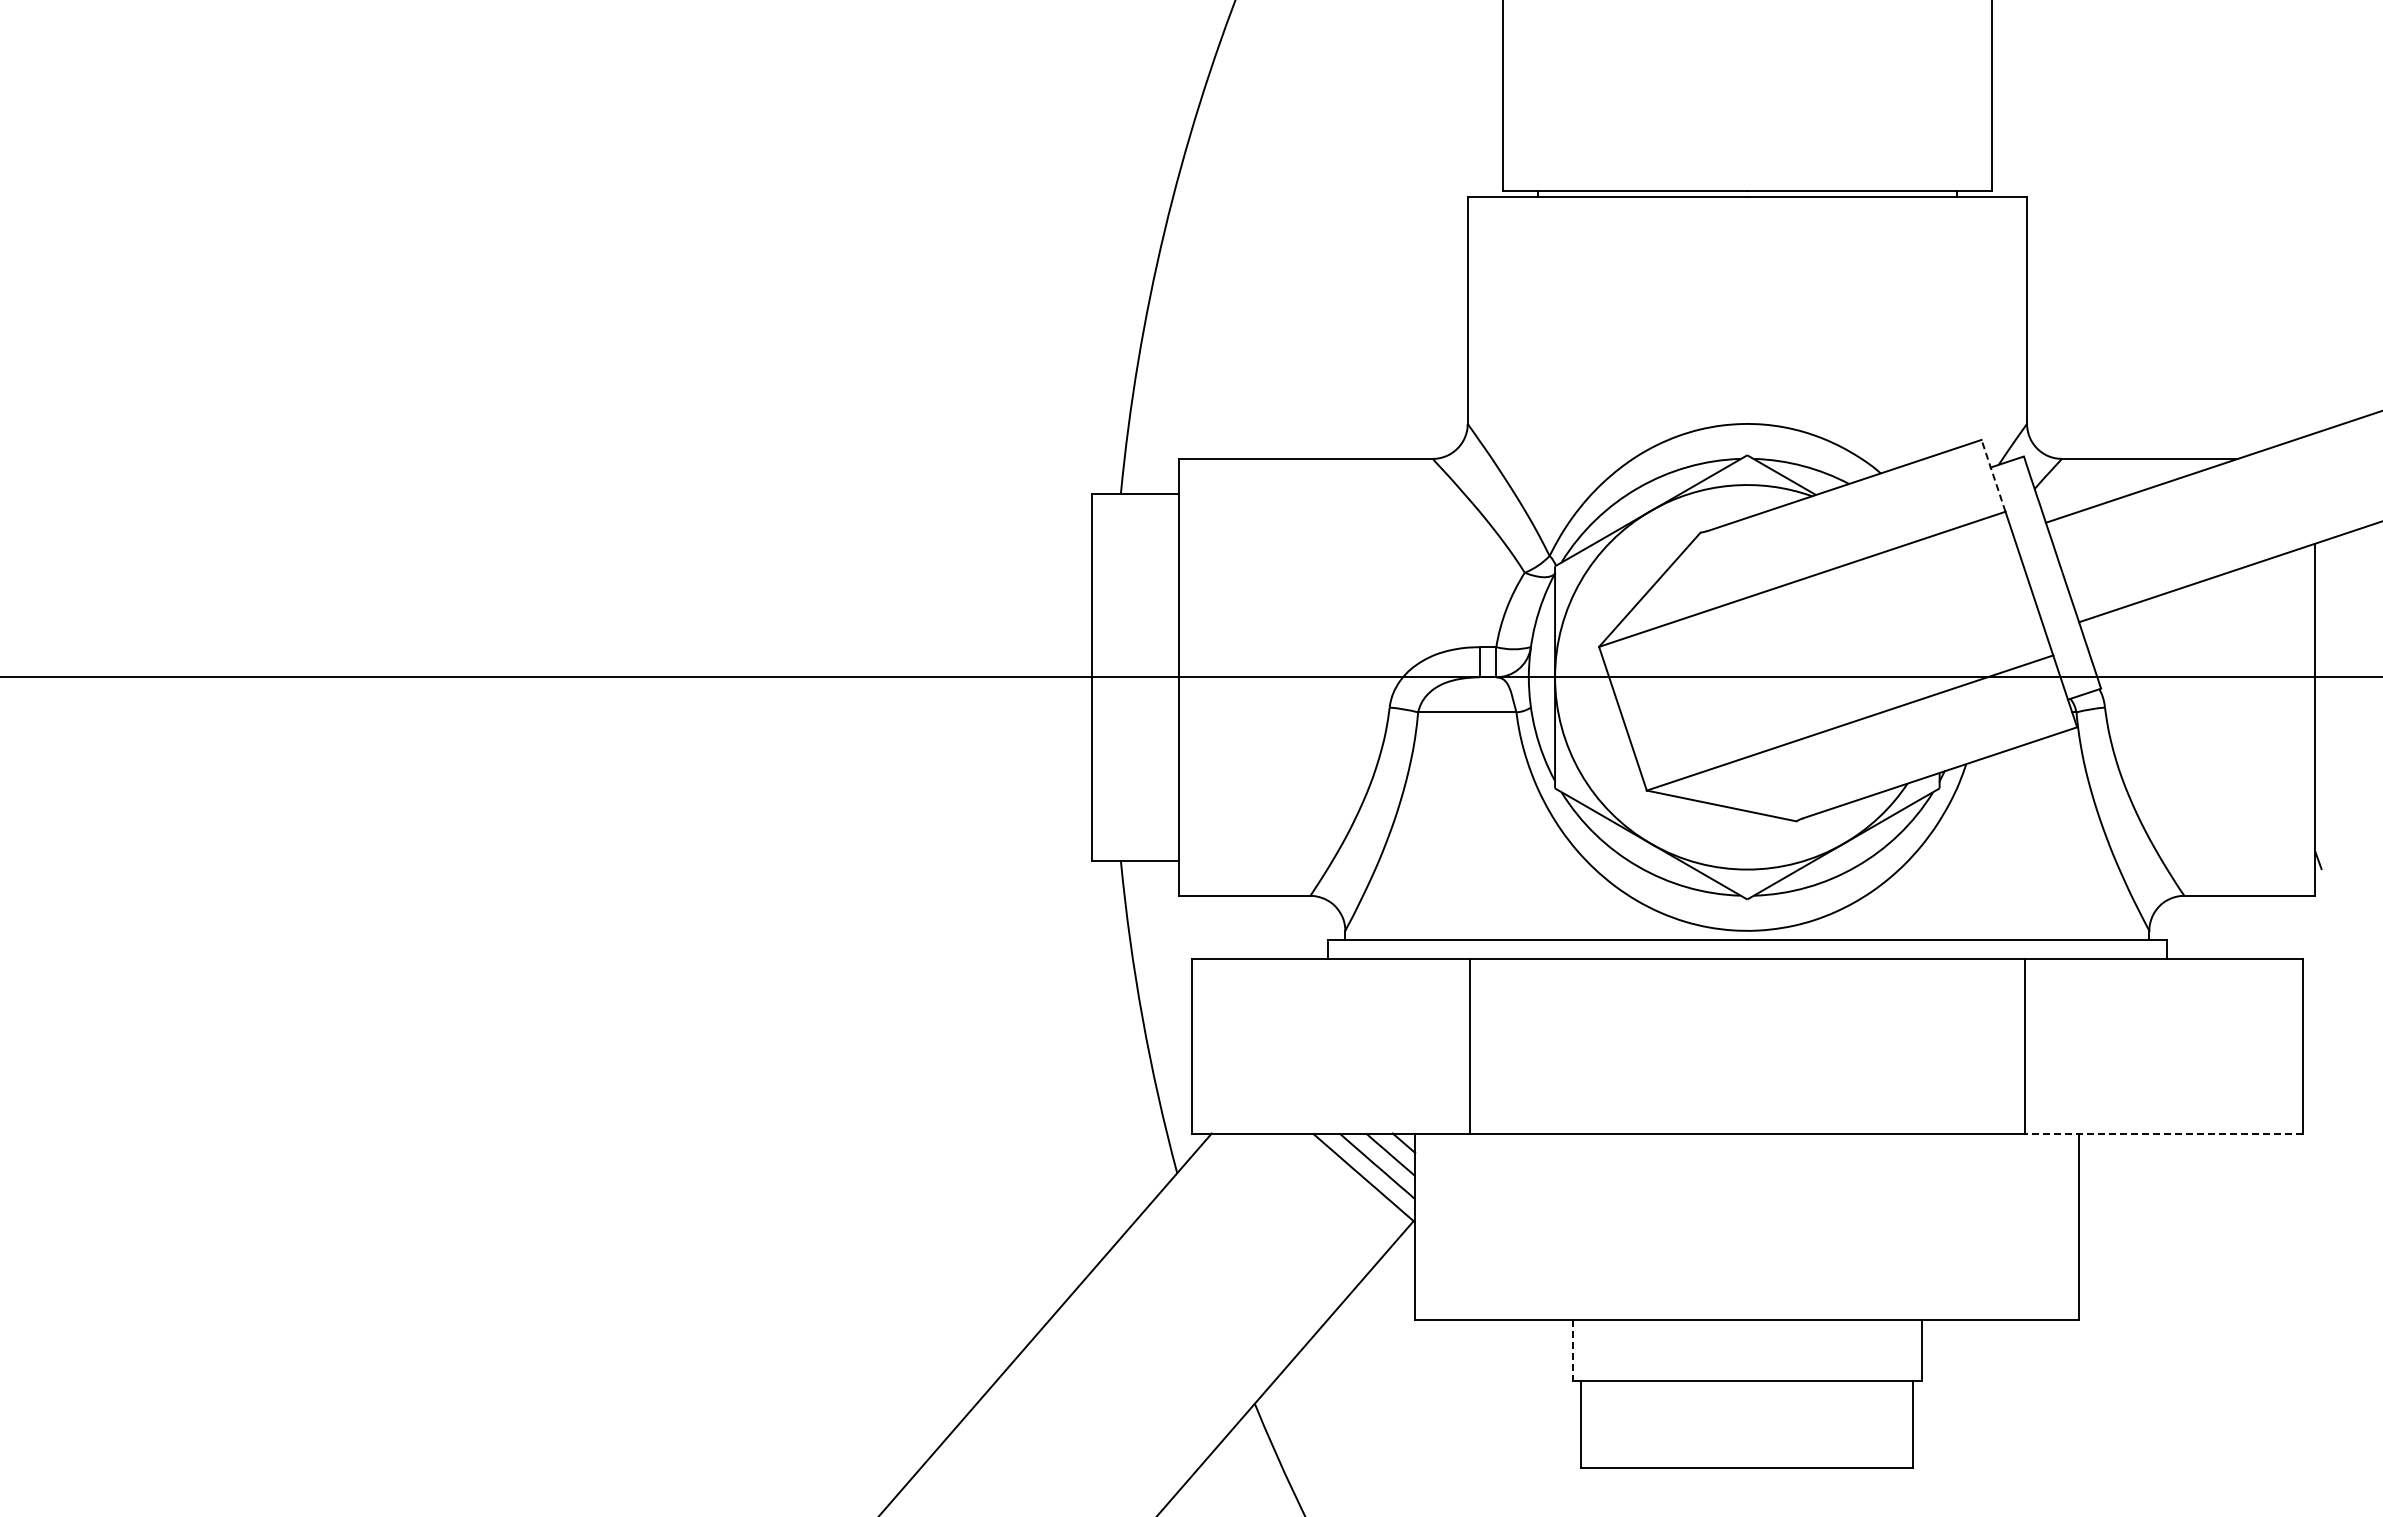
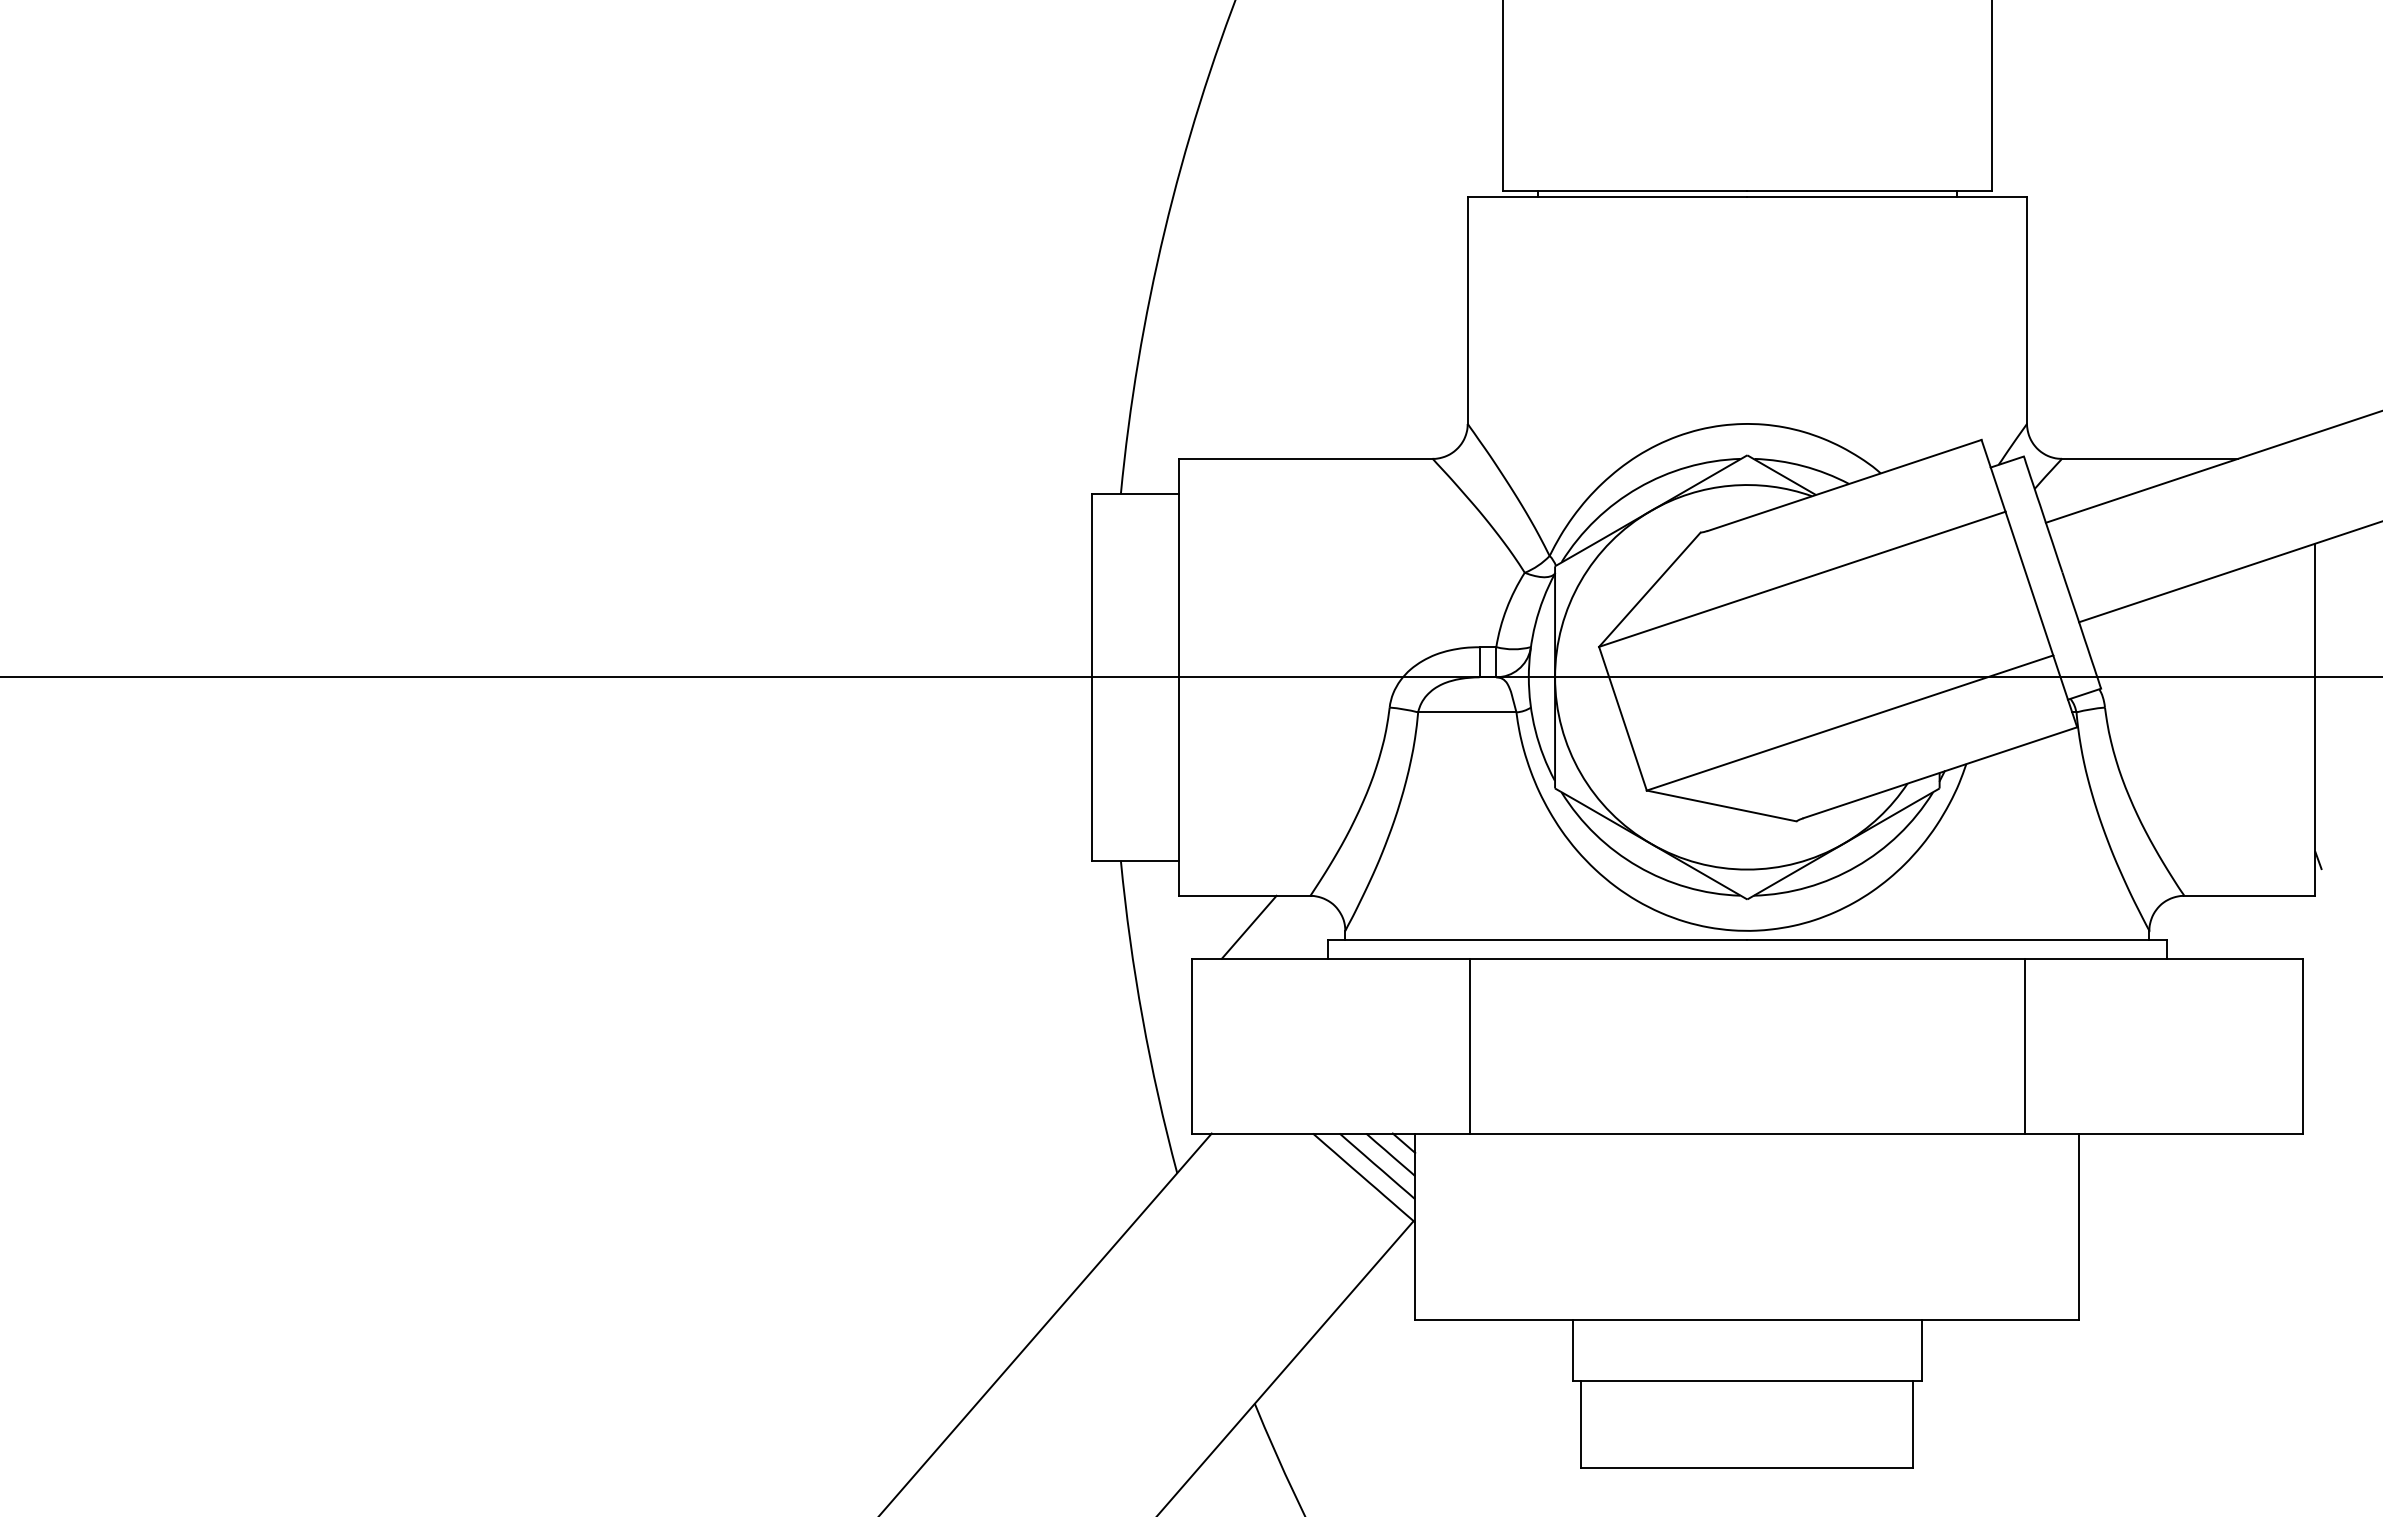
line at (1993, 475): dashed -> solid
line at (1248, 926): none -> present
line at (2163, 1133): dashed -> solid
line at (1572, 1350): dashed -> solid
